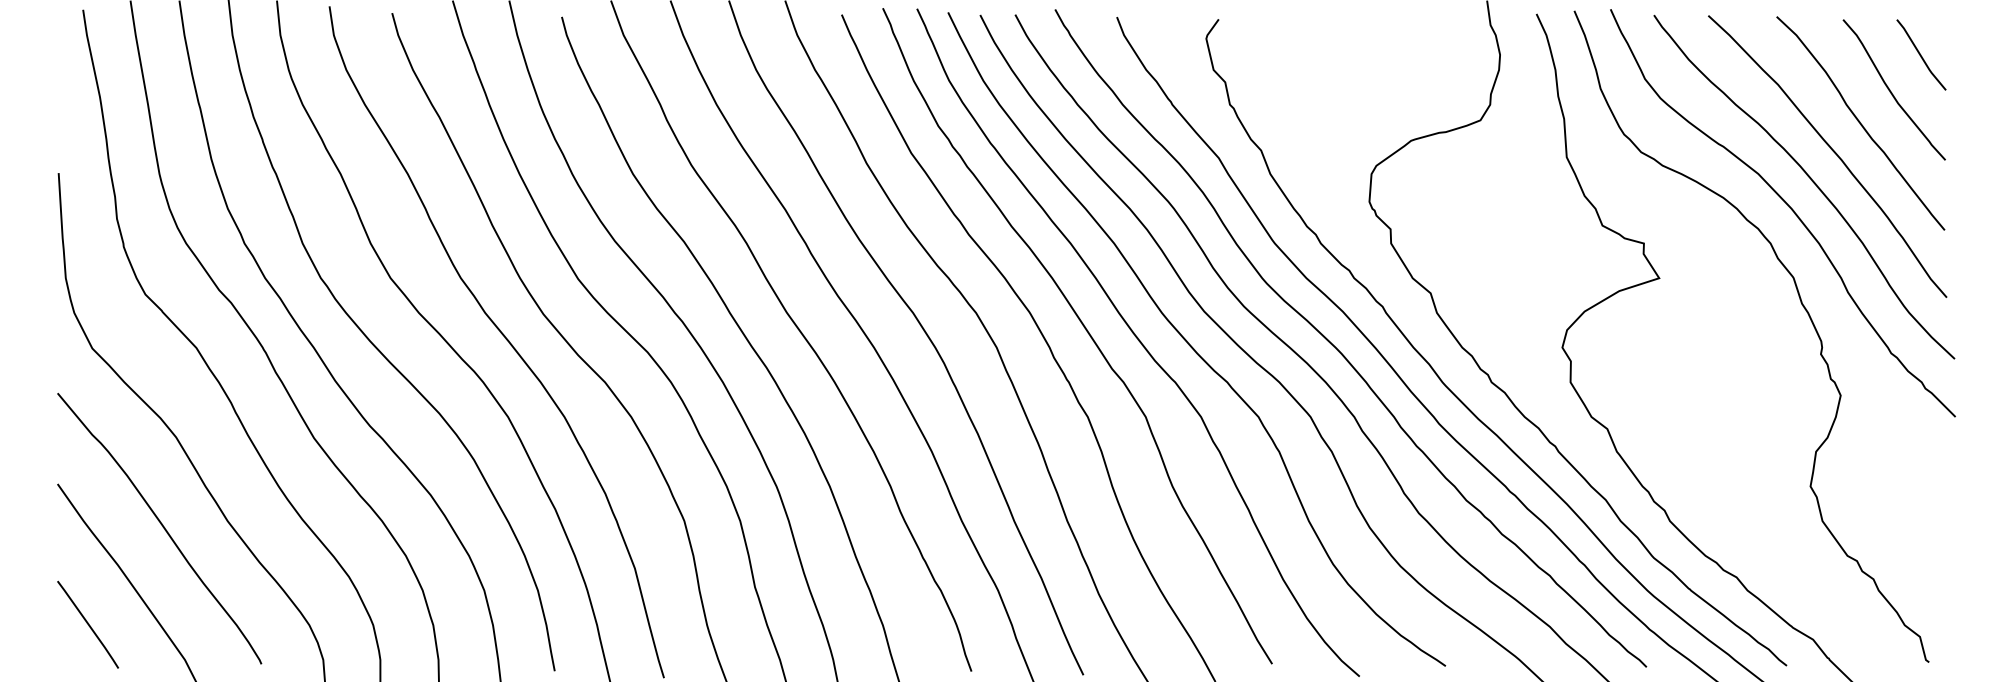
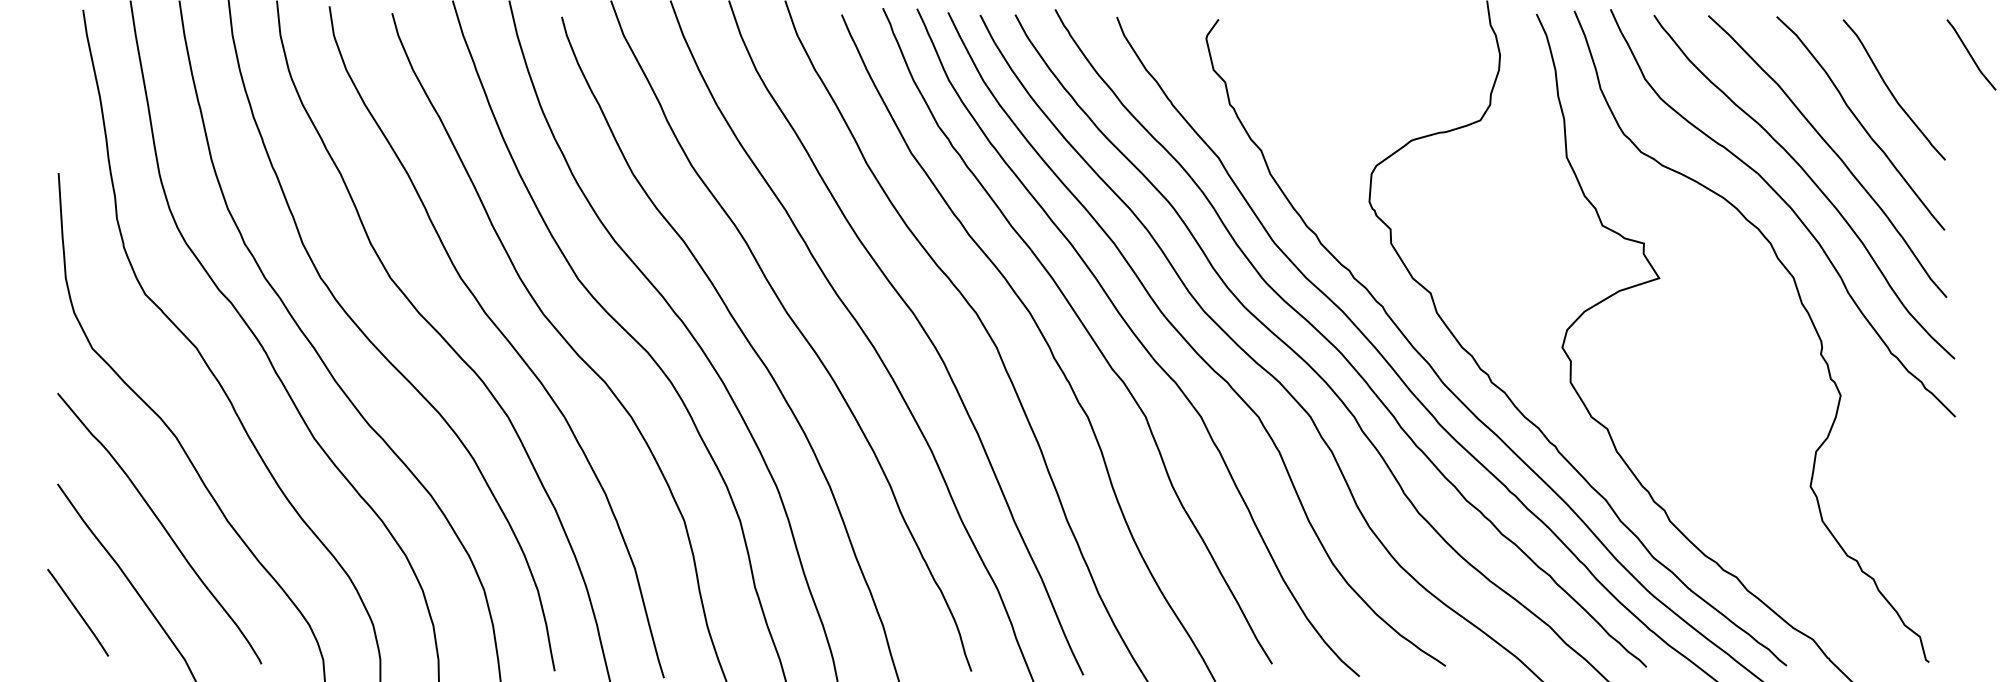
line at (1921, 54) position: (1921, 54) -> (1971, 54)
line at (88, 624) position: (88, 624) -> (78, 612)
